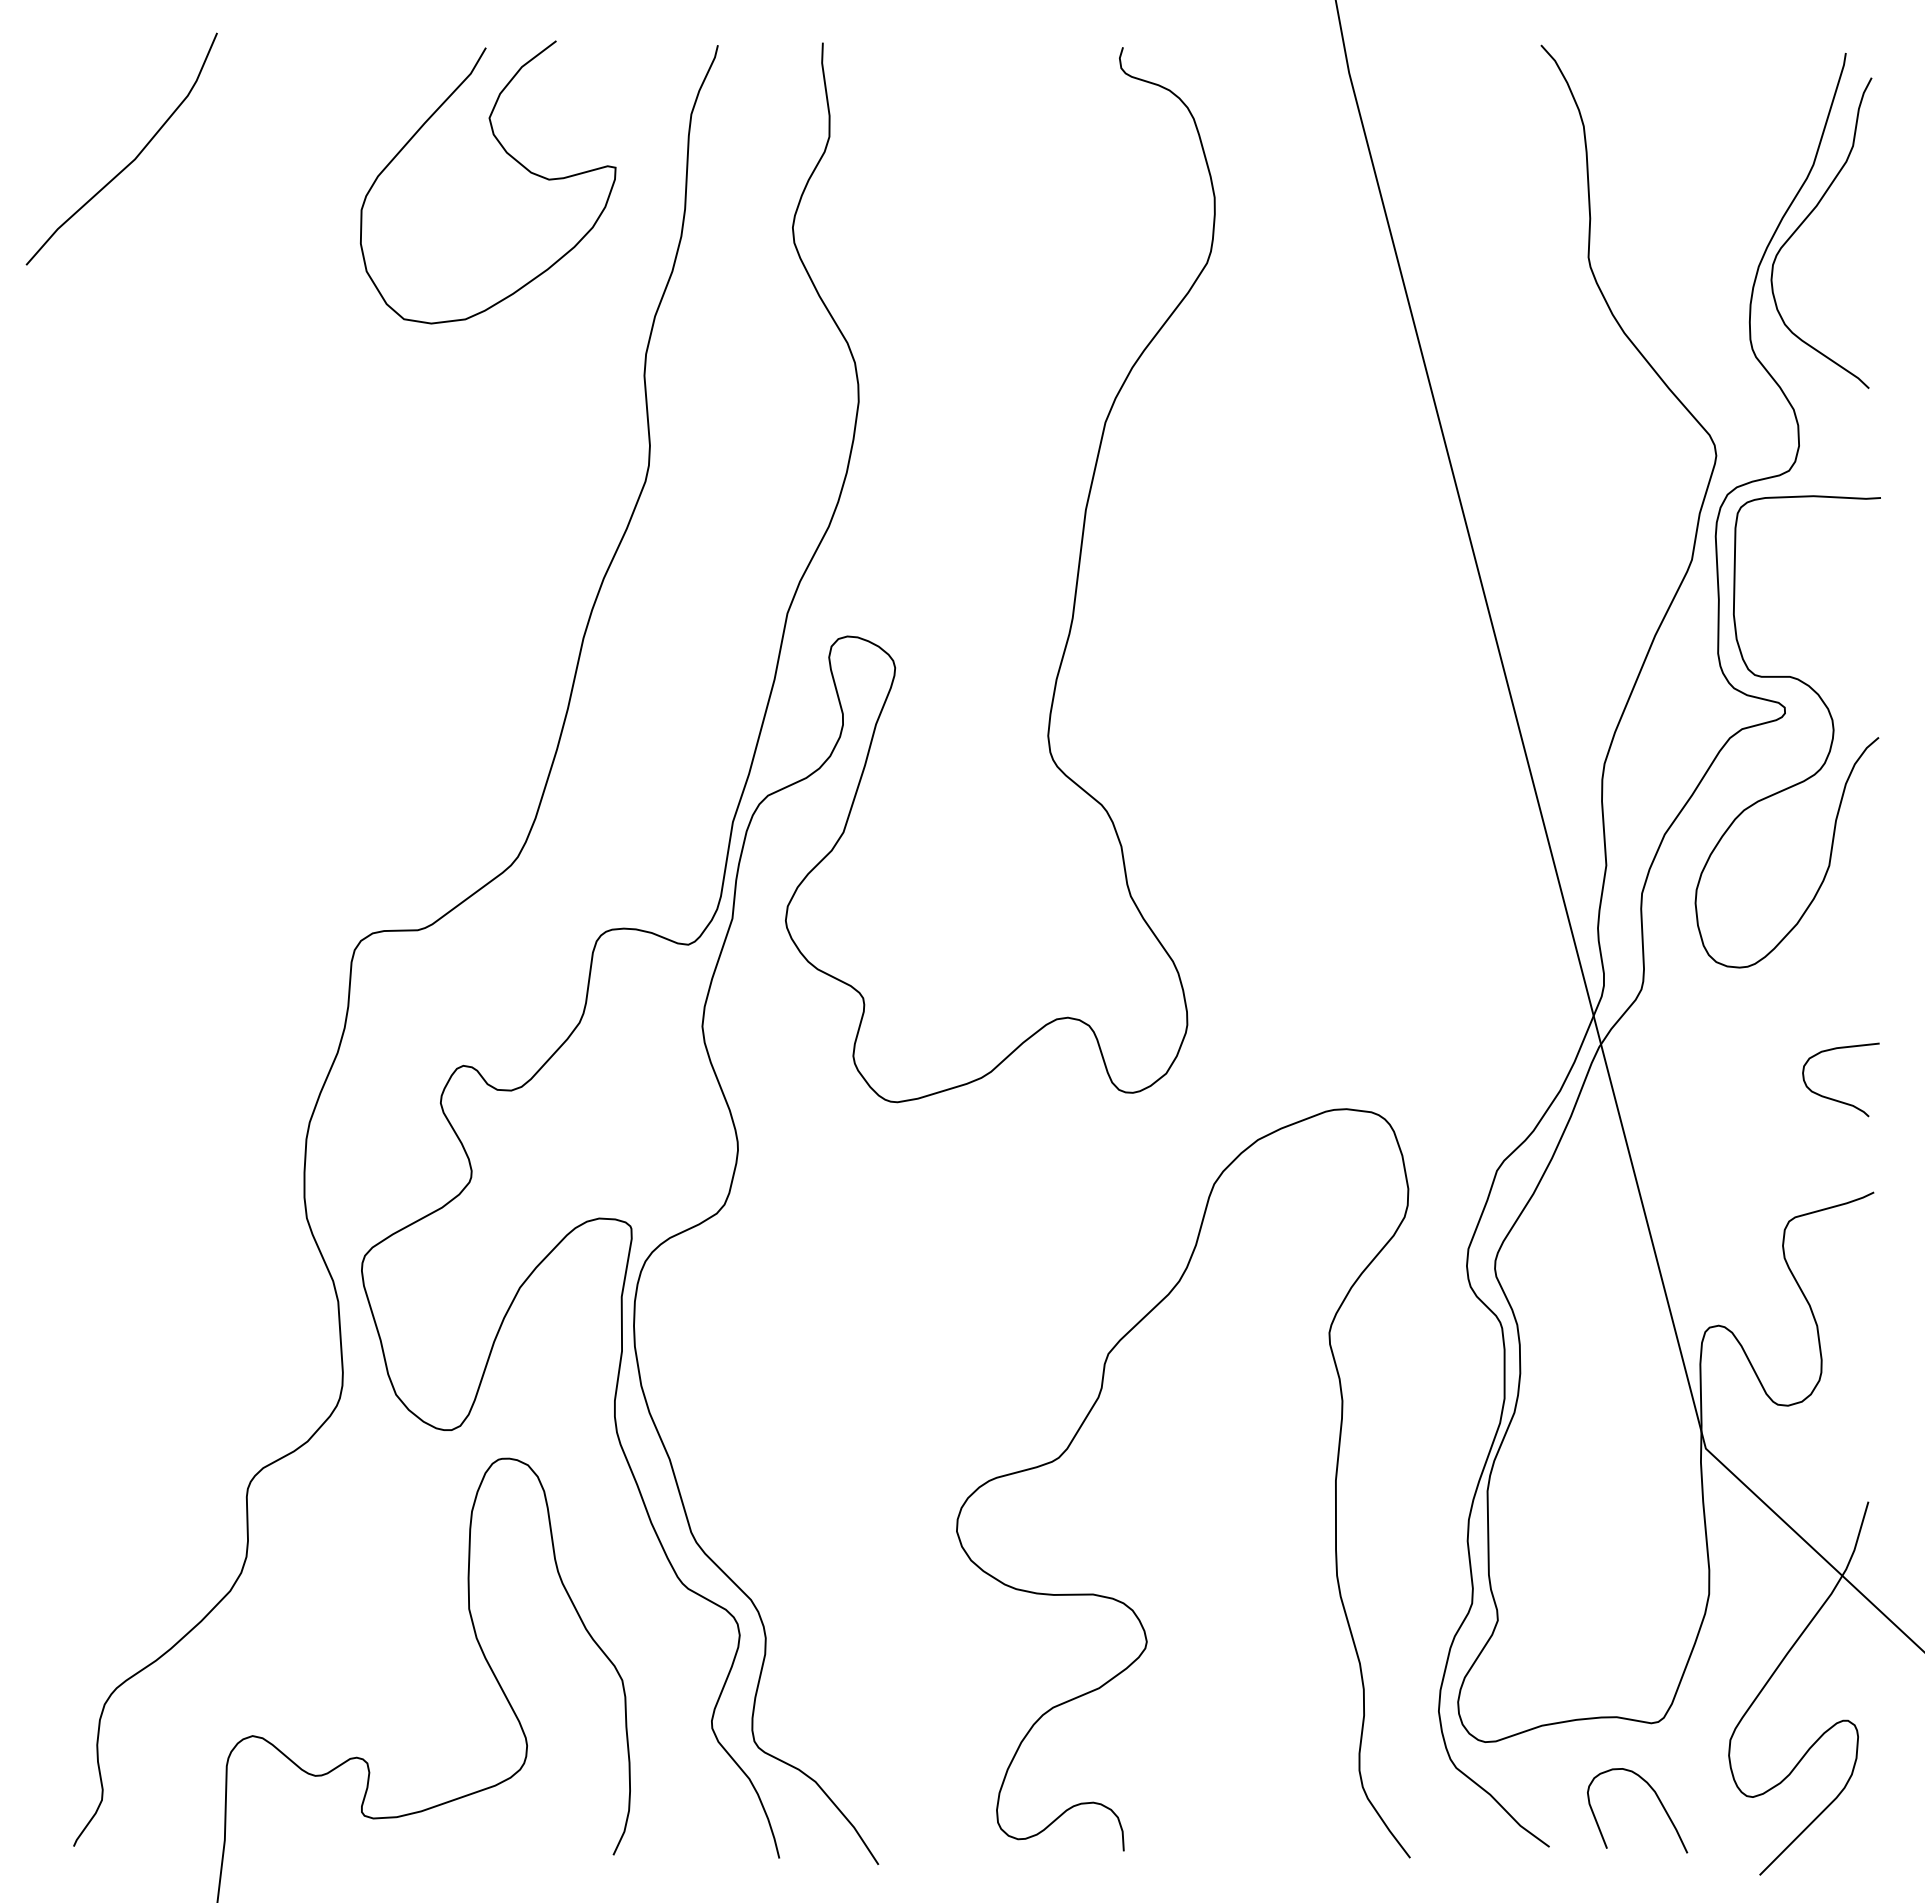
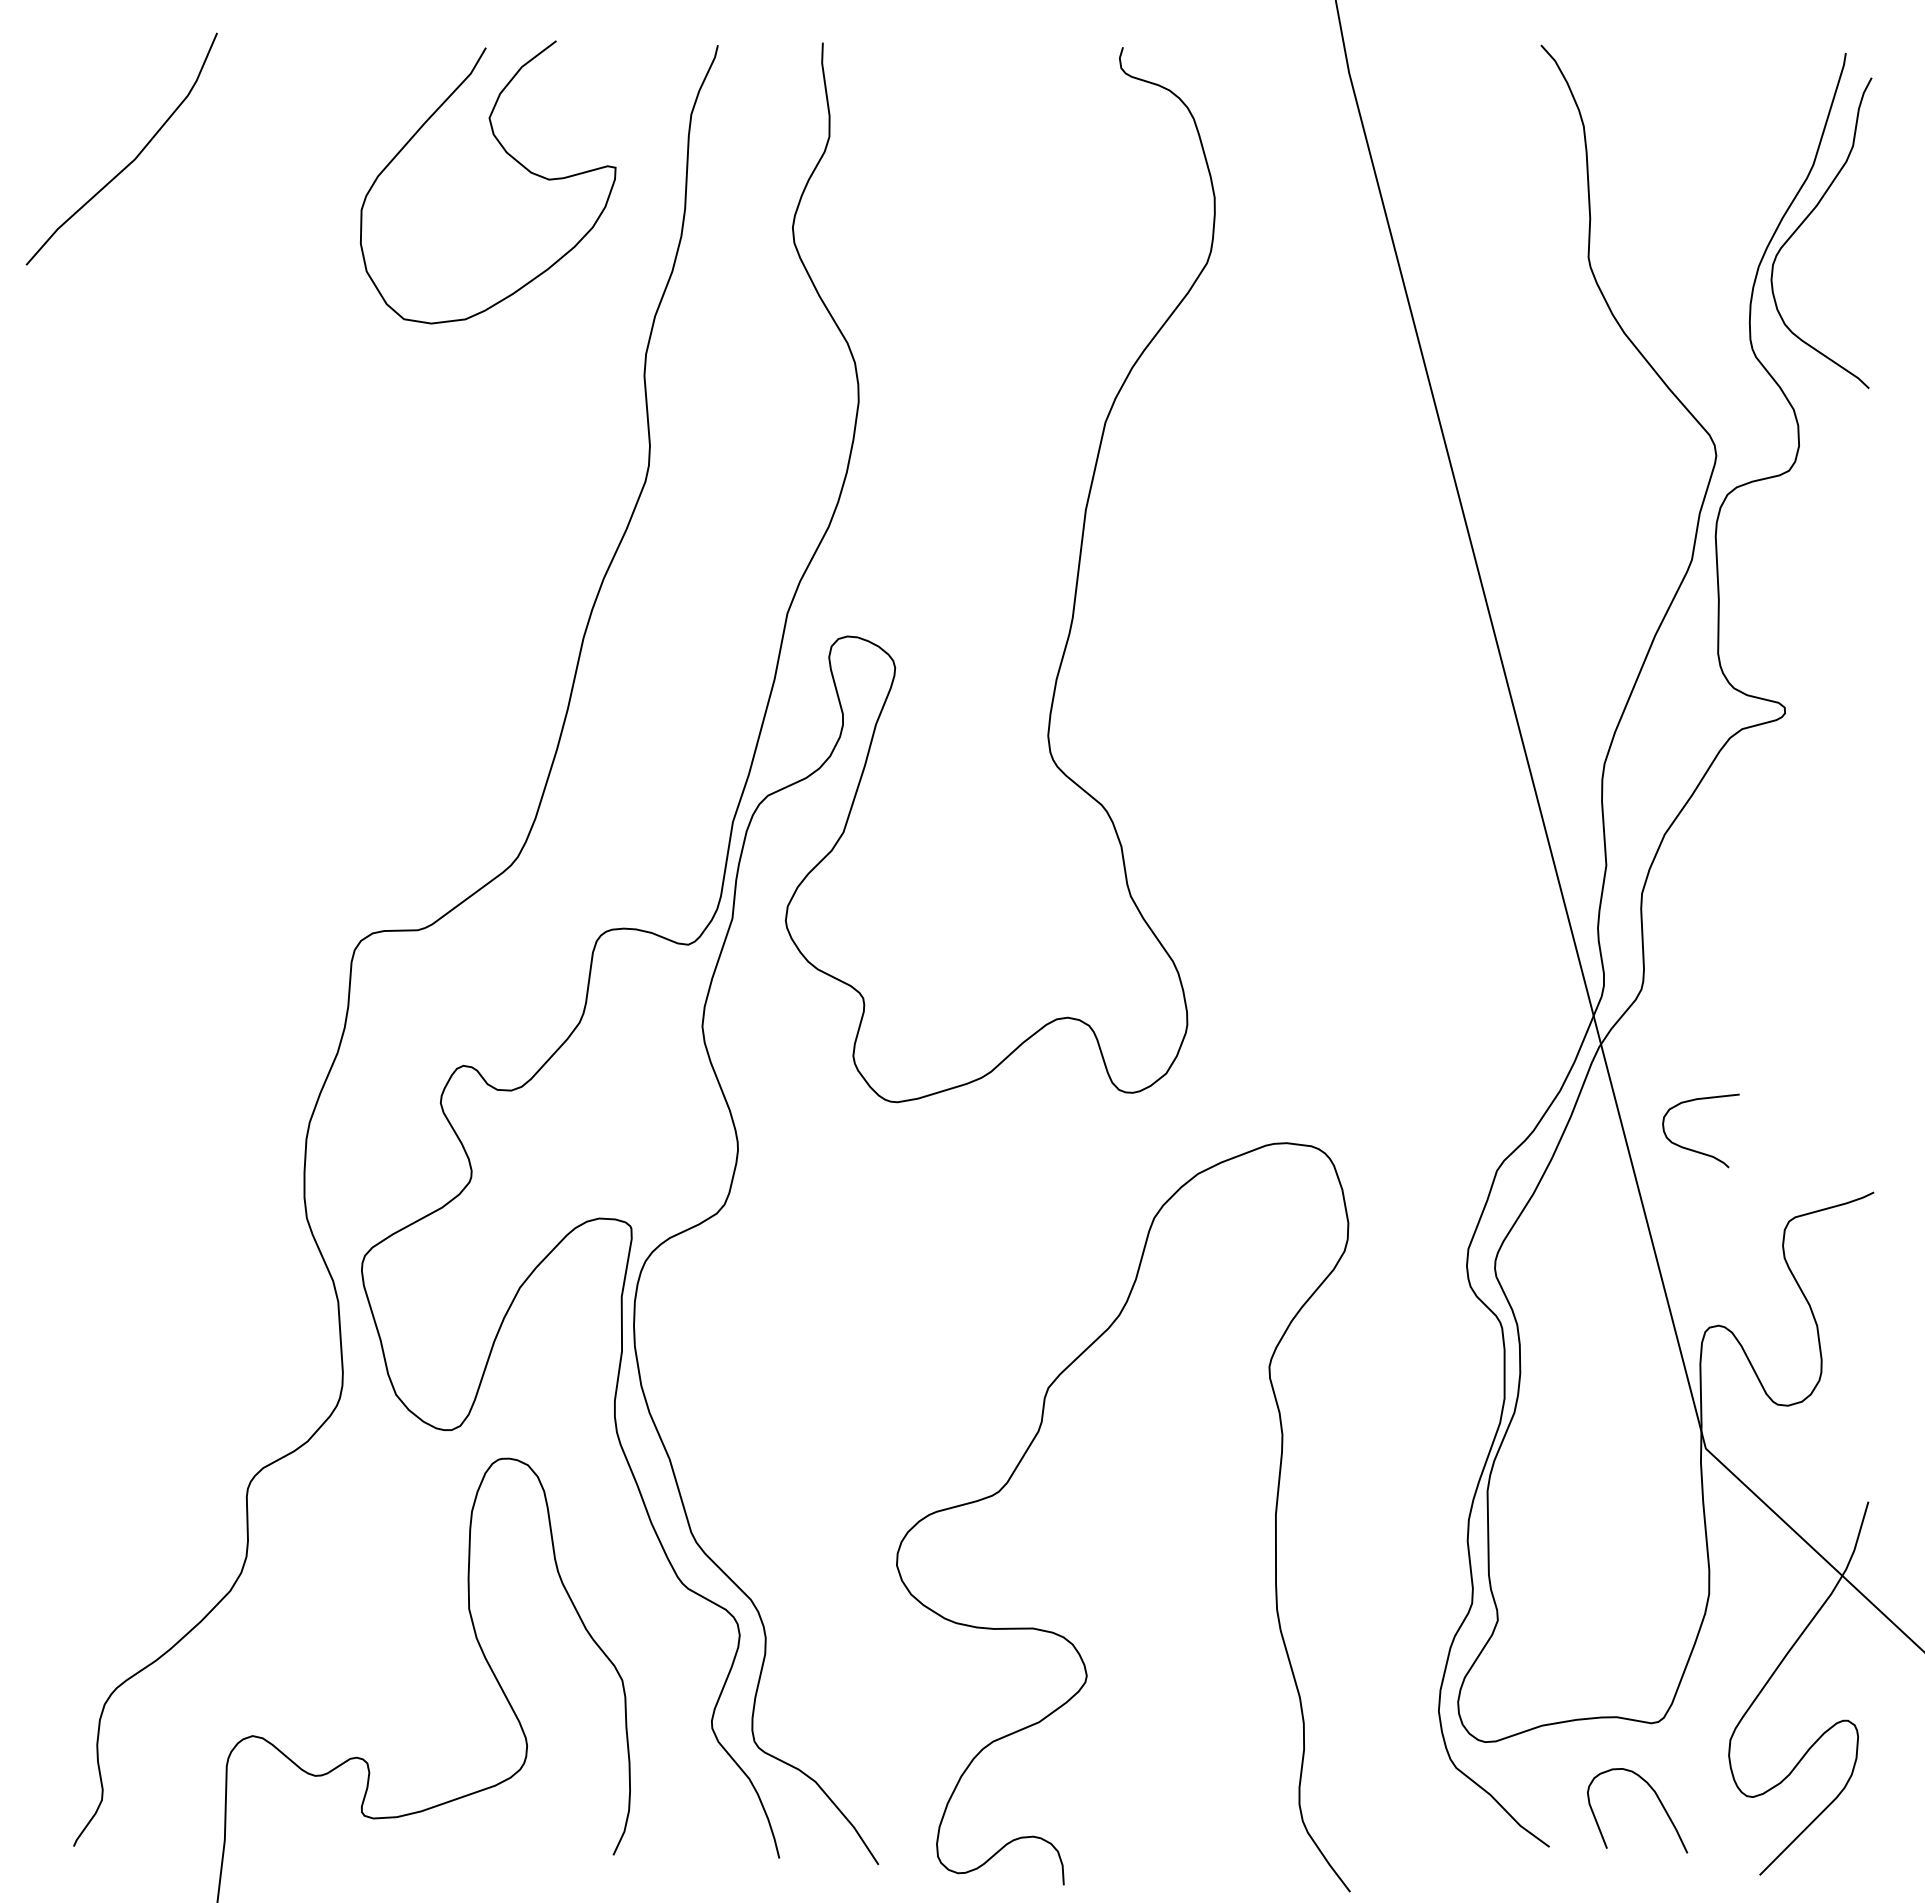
curve at (1830, 743): present -> none
curve at (1833, 1098) position: (1833, 1098) -> (1693, 1149)
curve at (1083, 1424) position: (1083, 1424) -> (1023, 1458)
